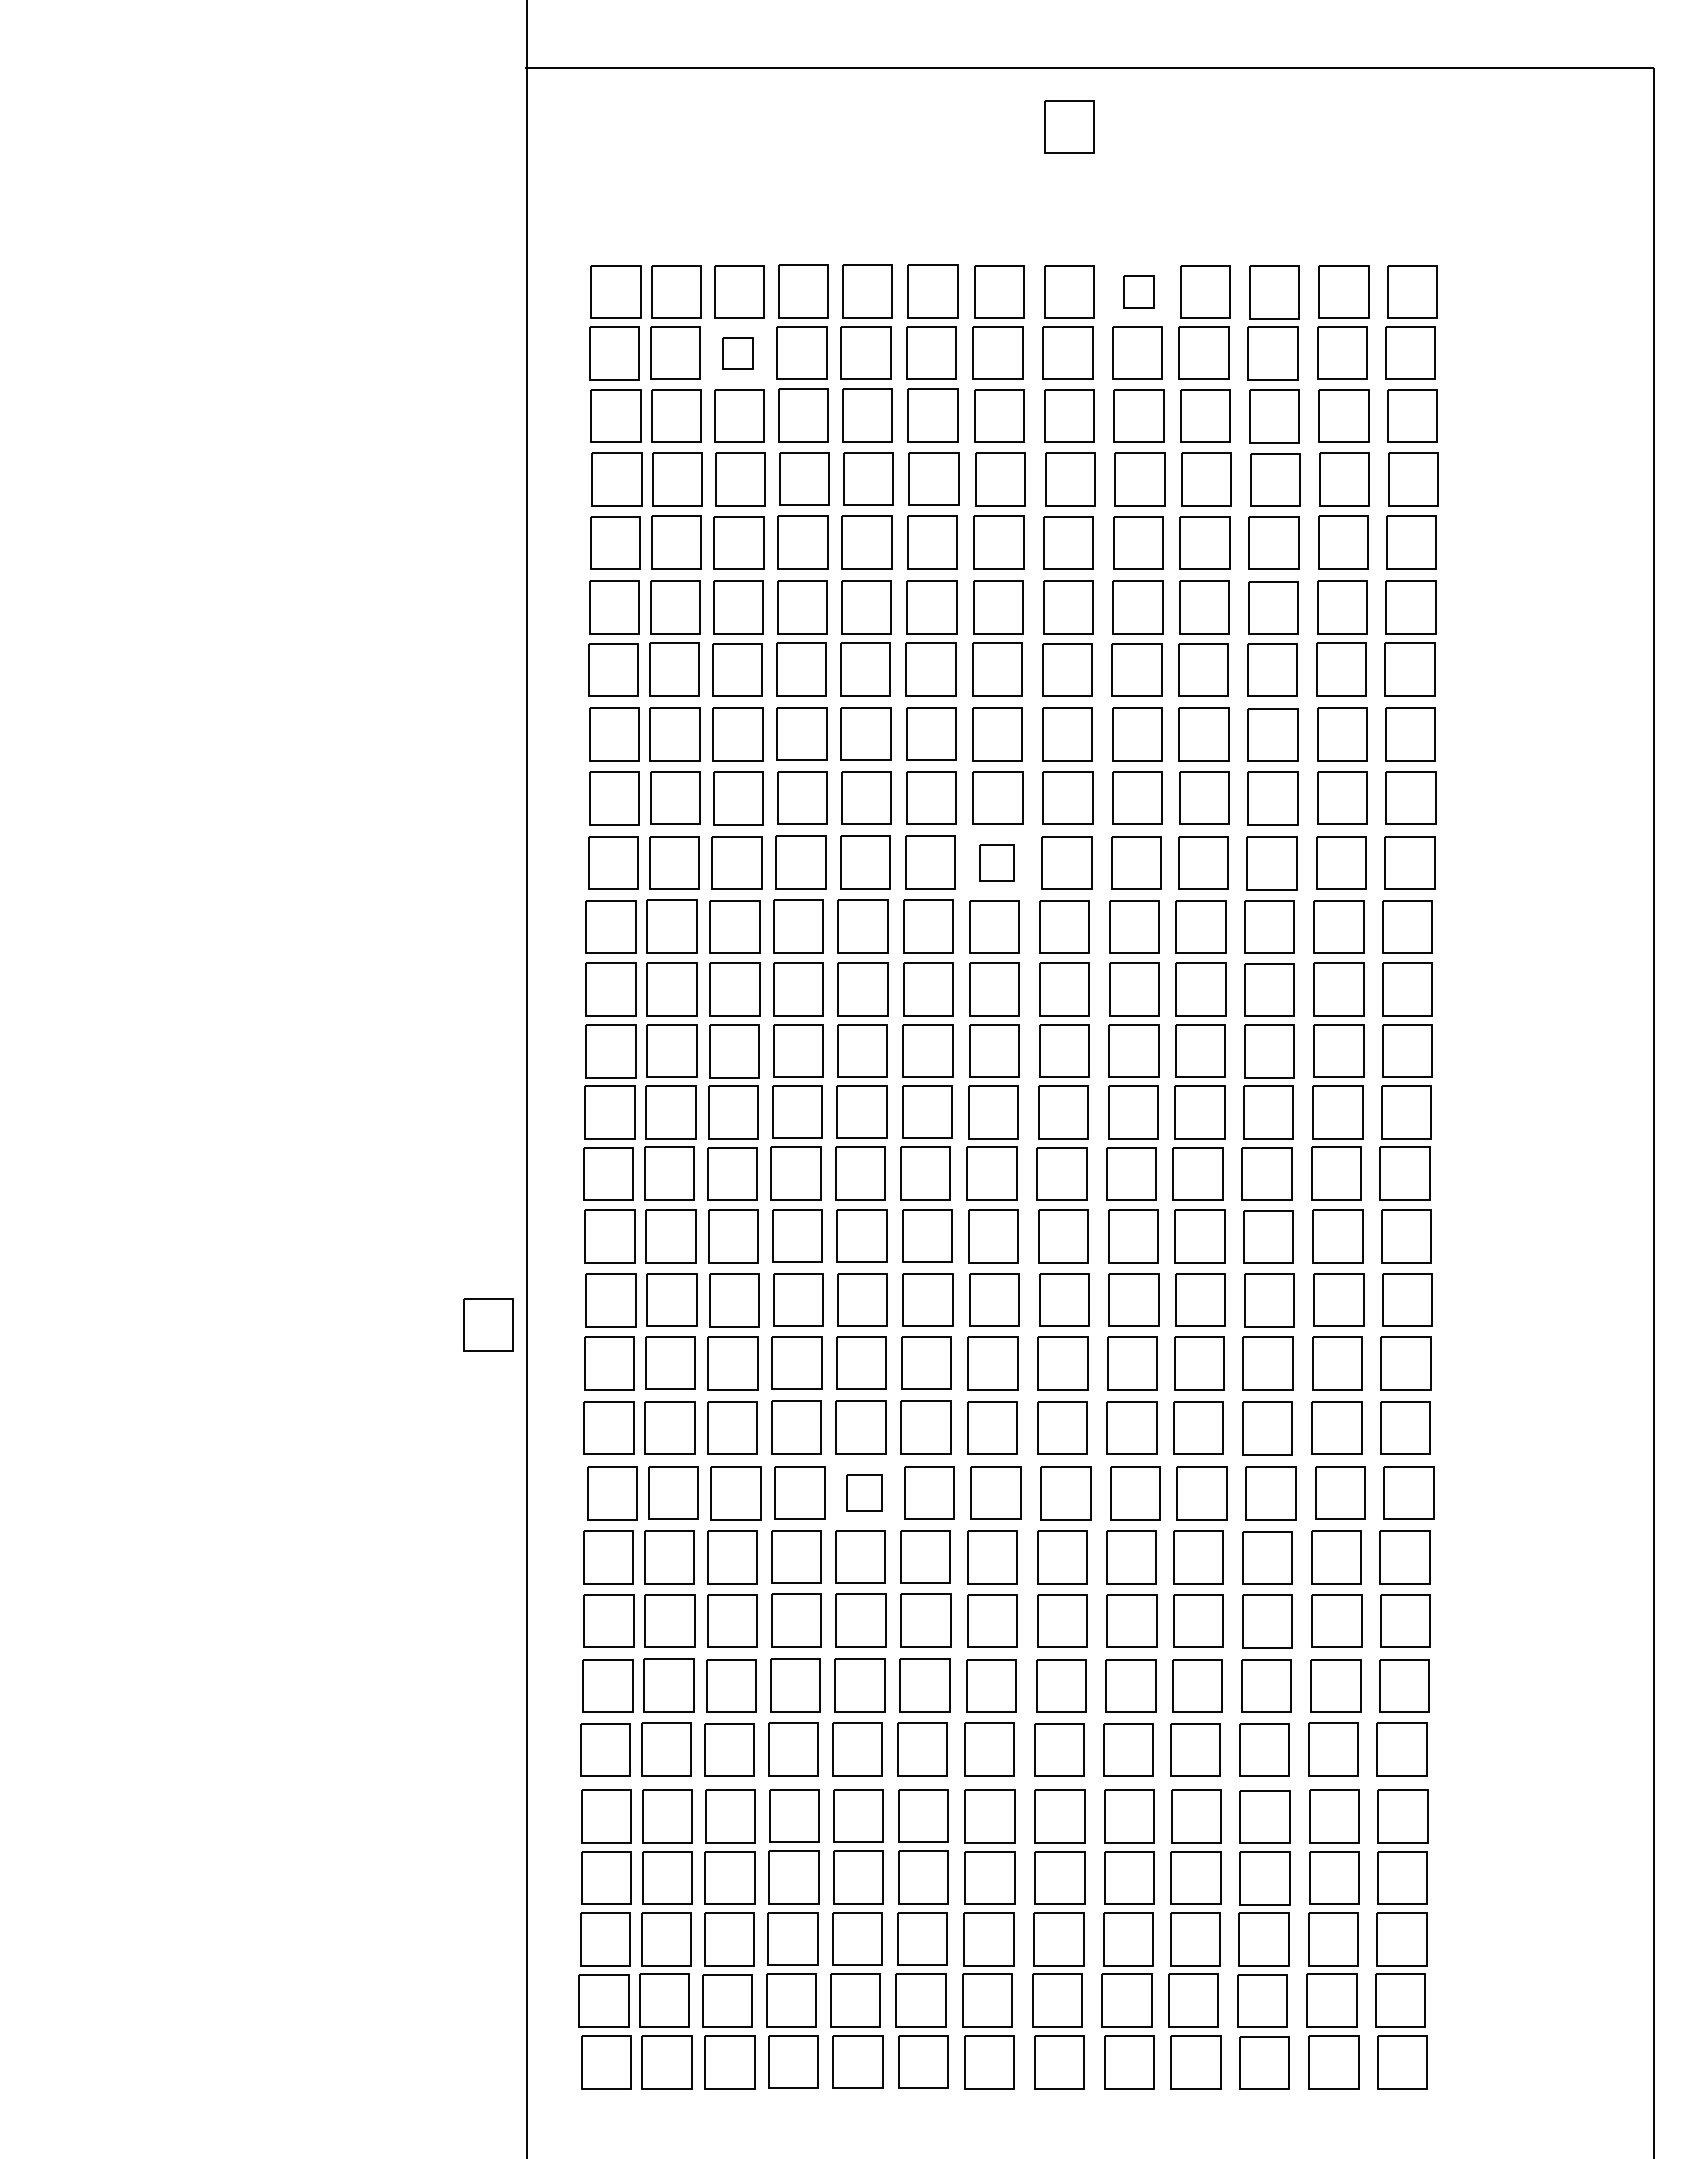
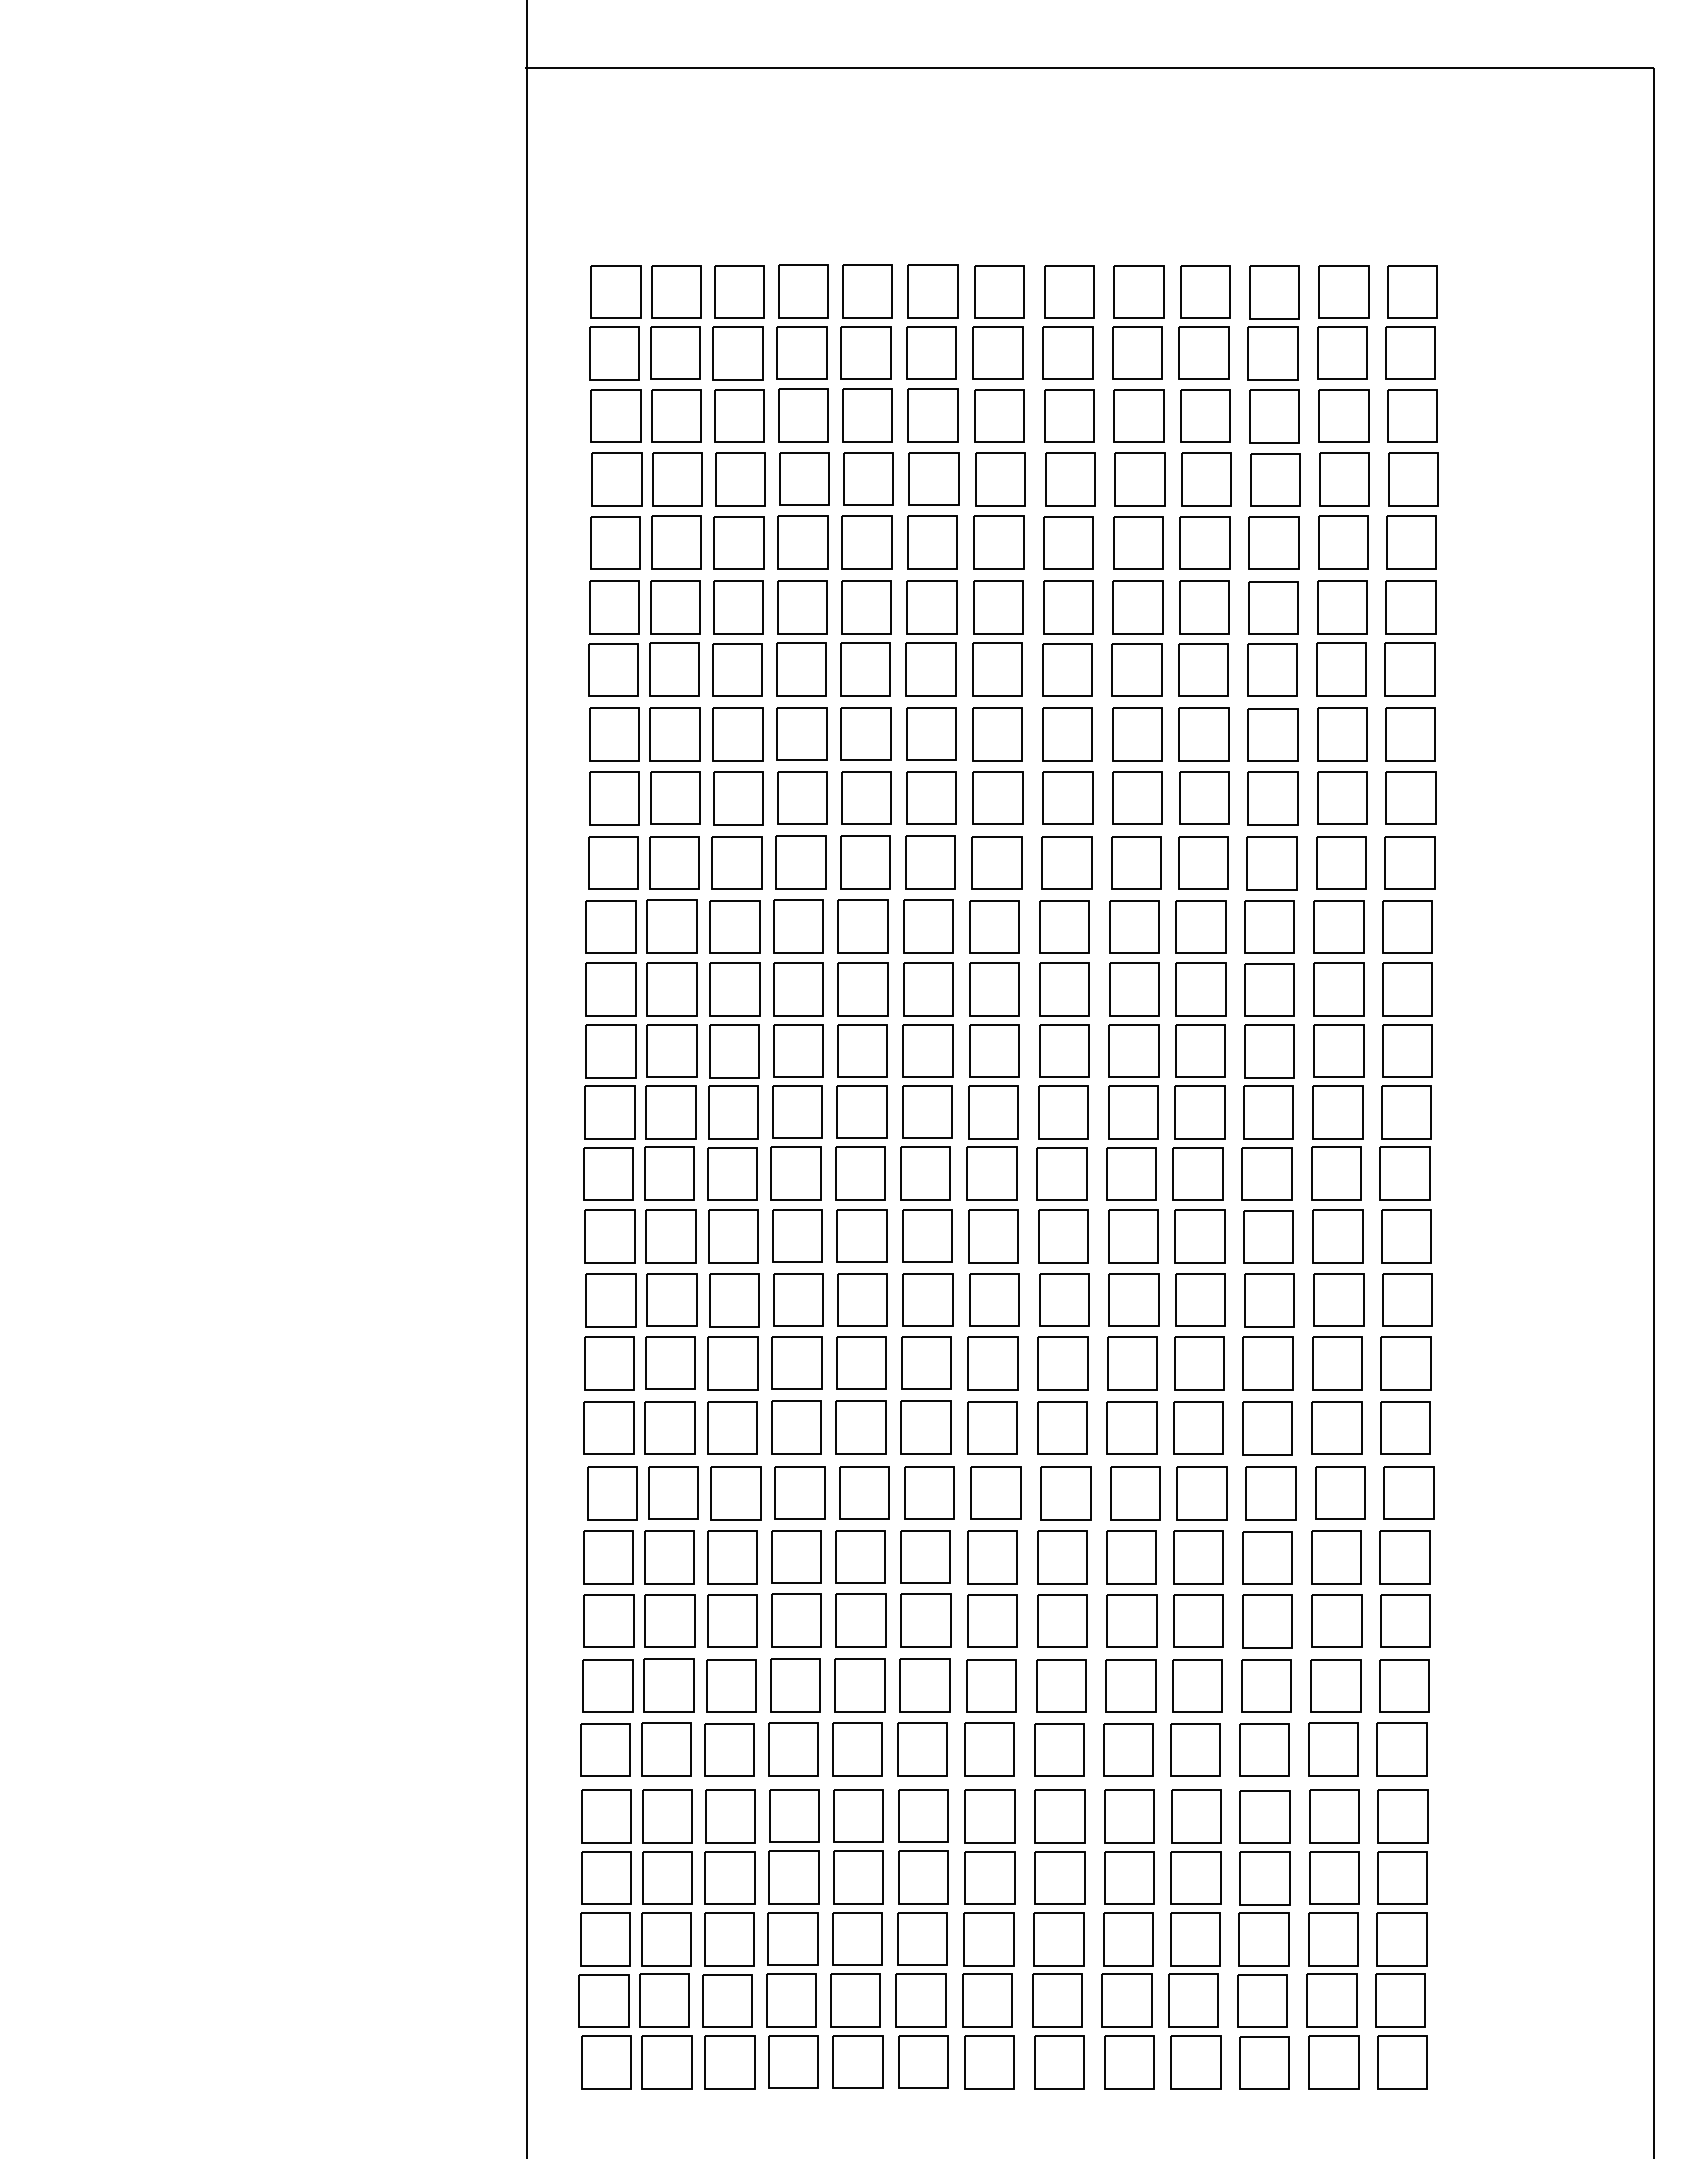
part at (1069, 126): present -> none
part at (1138, 291) size: 32x34 px -> 52x54 px
part at (737, 353) size: 32x33 px -> 52x55 px
part at (996, 862) size: 36x38 px -> 52x54 px
part at (488, 1324): present -> none
part at (864, 1492) size: 37x38 px -> 51x54 px
